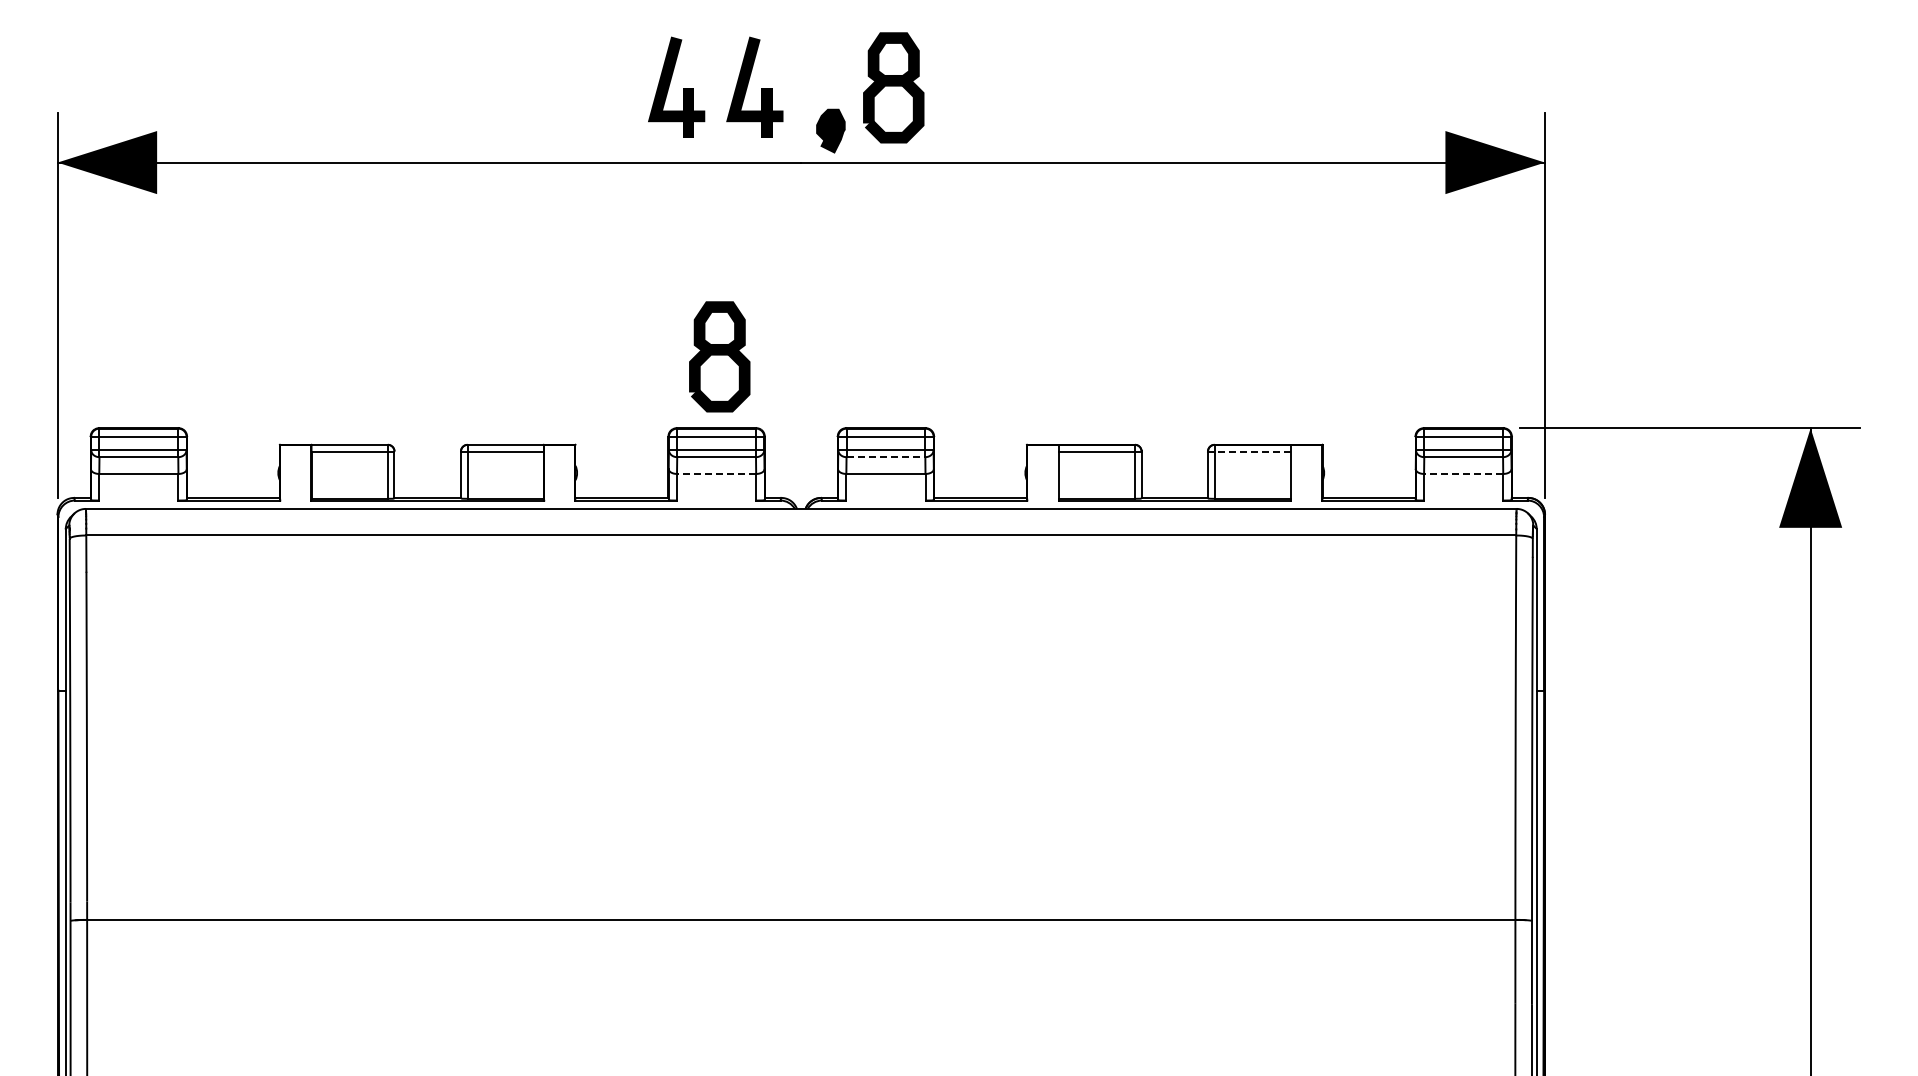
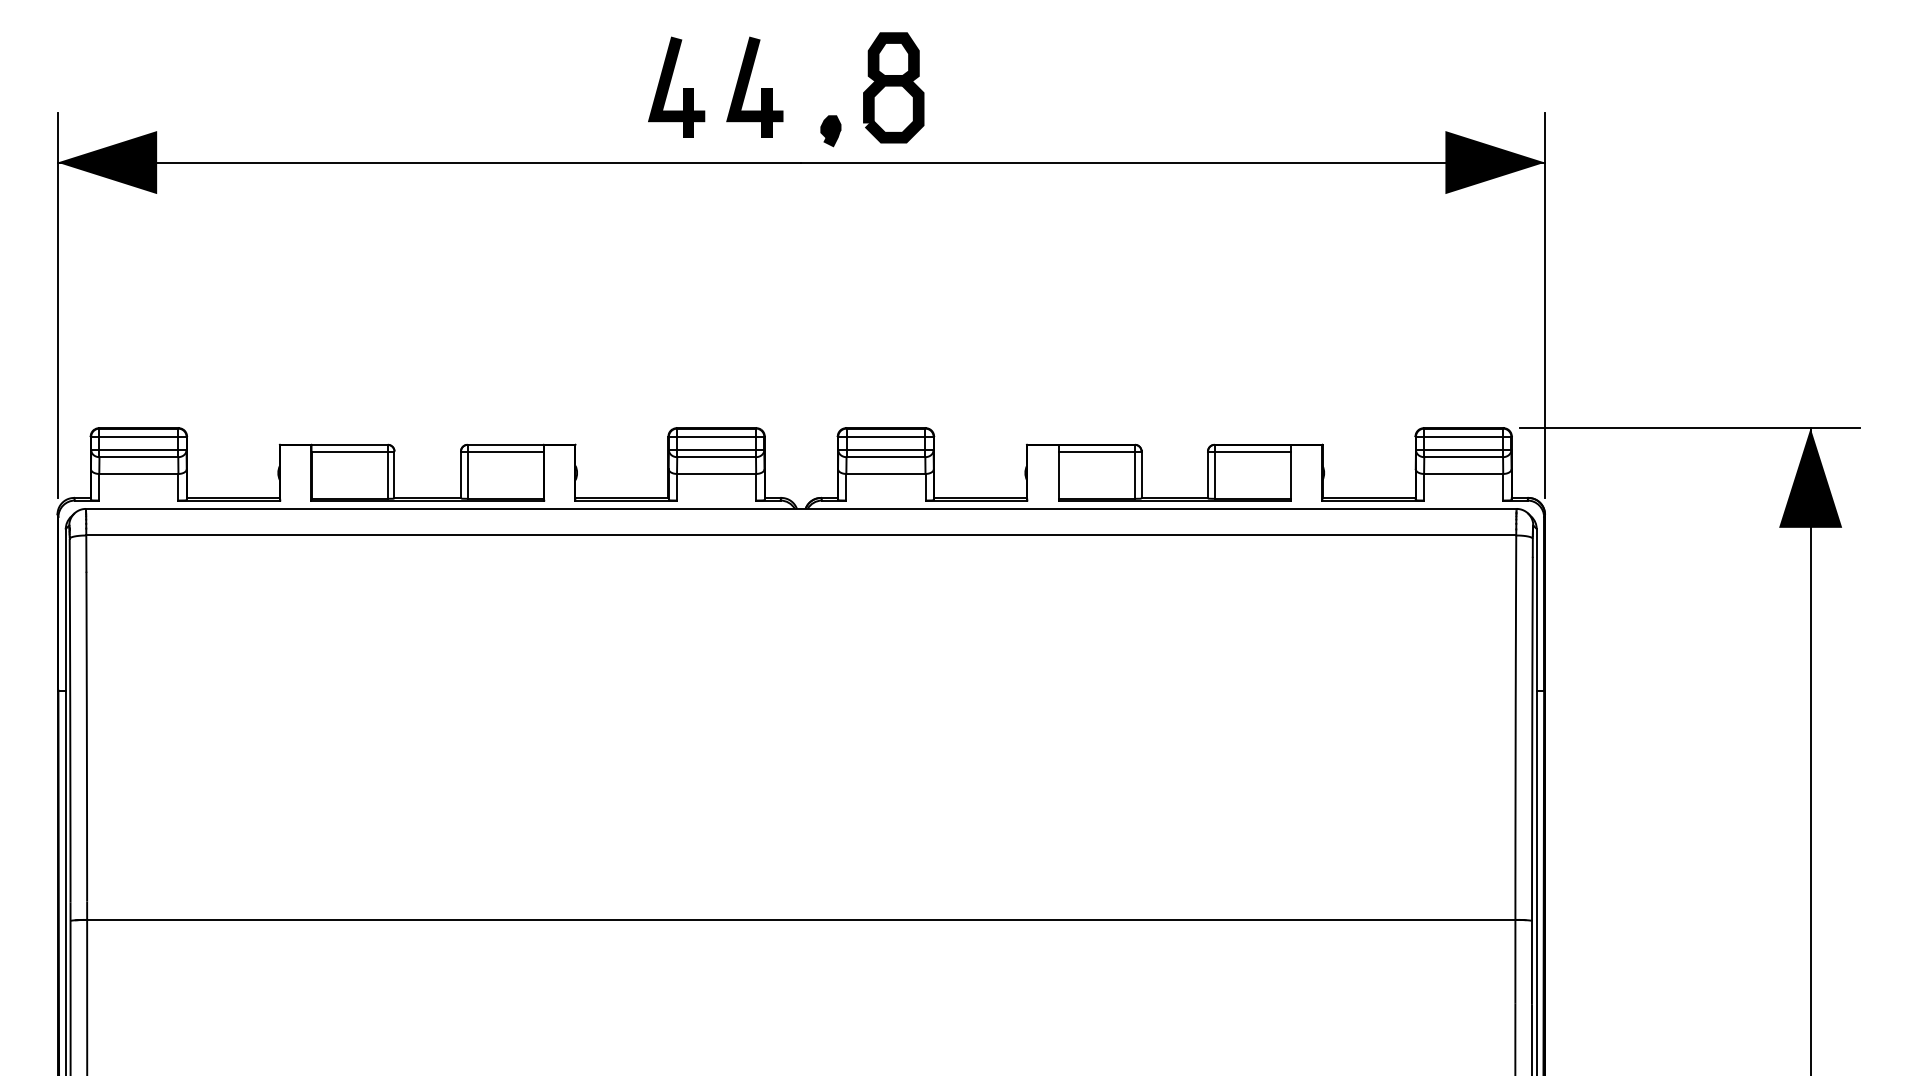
part at (830, 130) size: 30x46 px -> 22x33 px
part at (719, 356): present -> none
line at (1249, 451): dashed -> solid
line at (886, 457): dashed -> solid
line at (716, 473): dashed -> solid
line at (1463, 473): dashed -> solid
